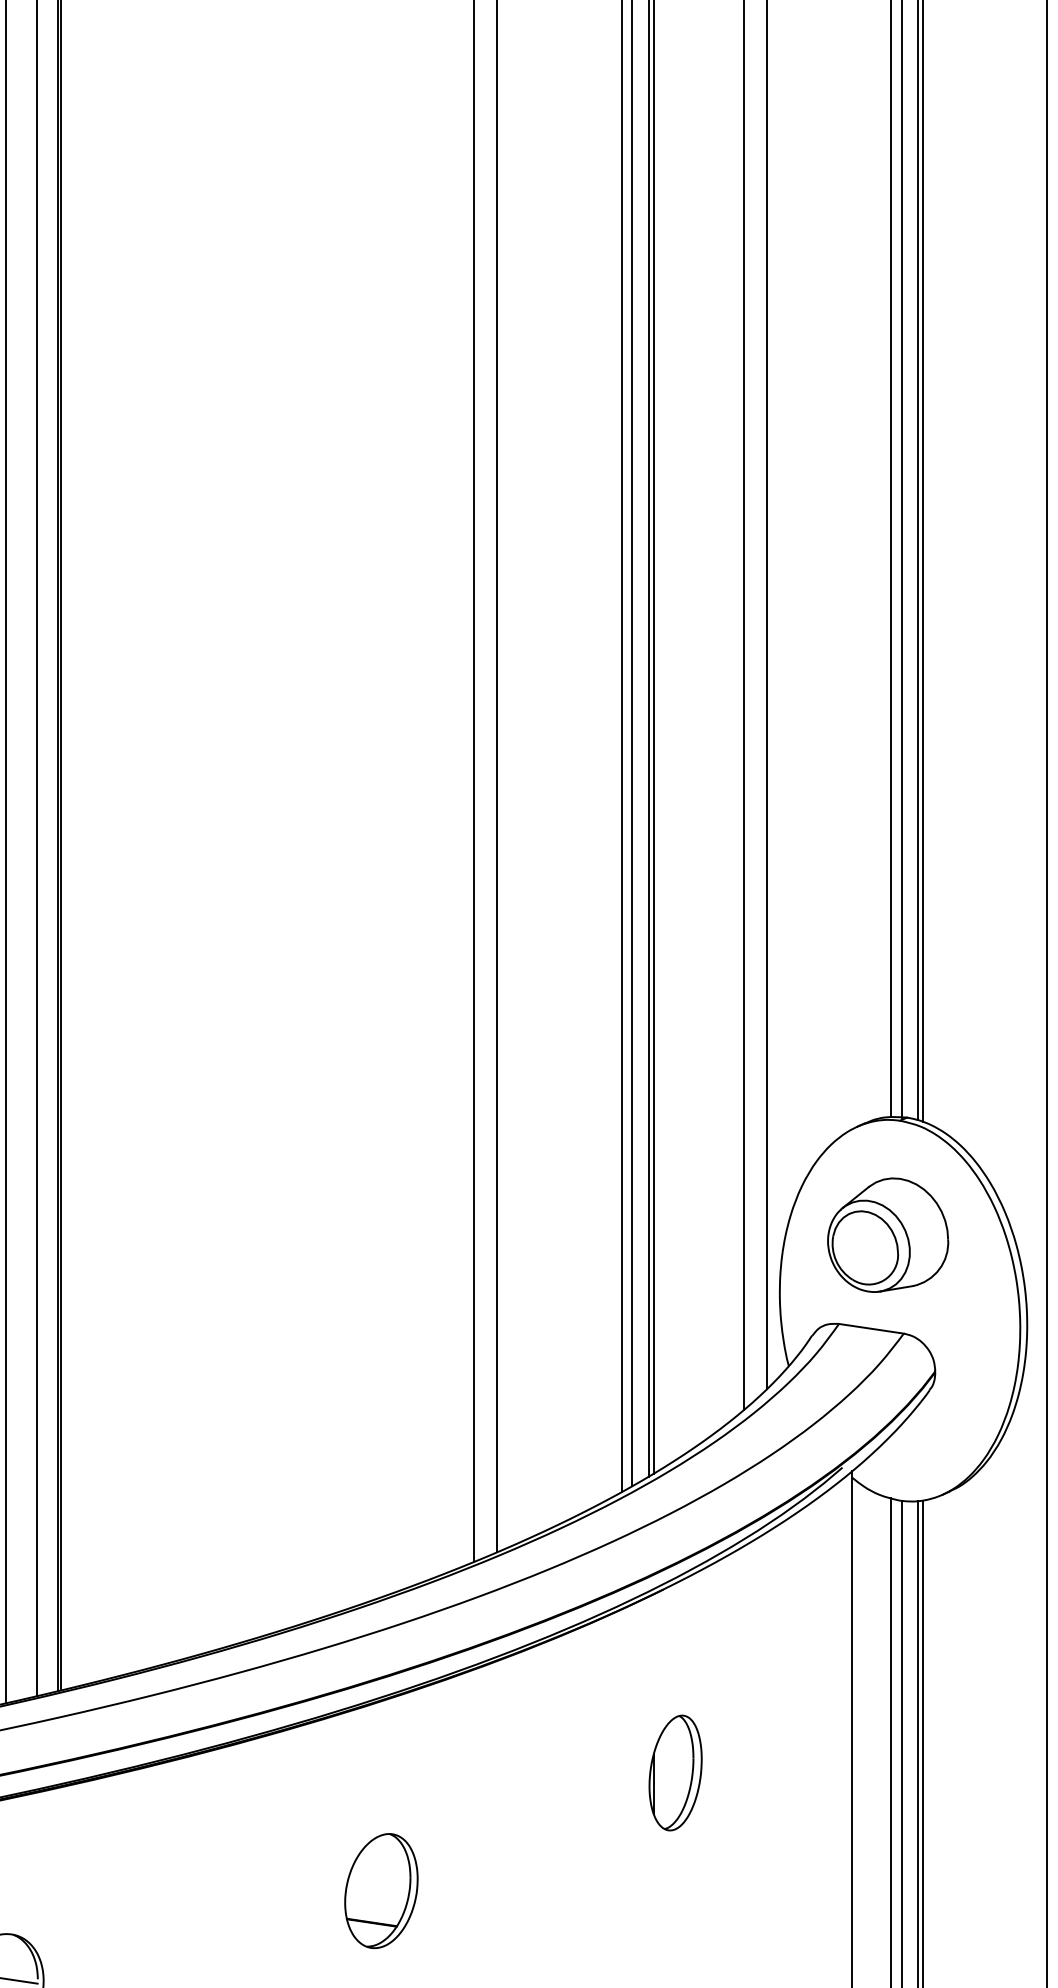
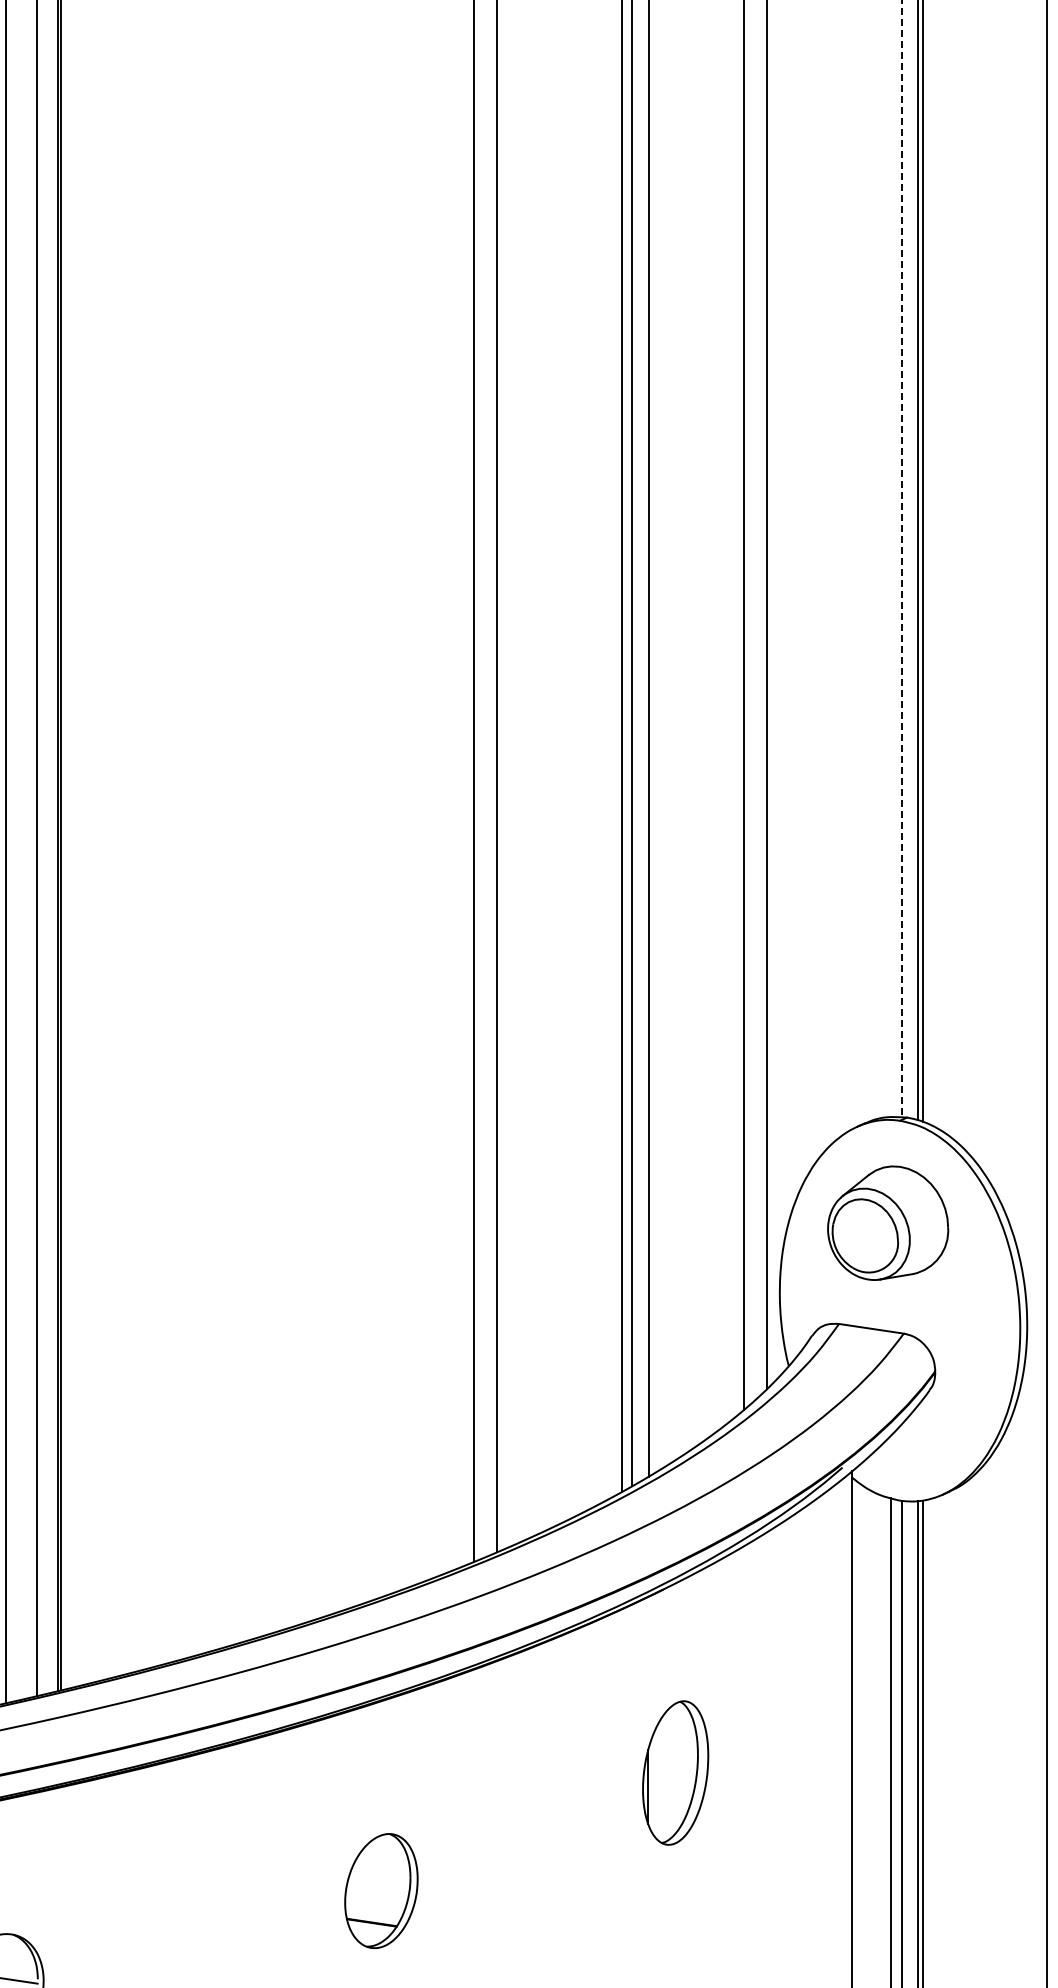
line at (890, 559): present -> none
line at (901, 559): solid -> dashed
line at (653, 737): present -> none
part at (888, 1234) position: (888, 1234) -> (888, 1222)
part at (675, 1772) size: 55x118 px -> 68x146 px
